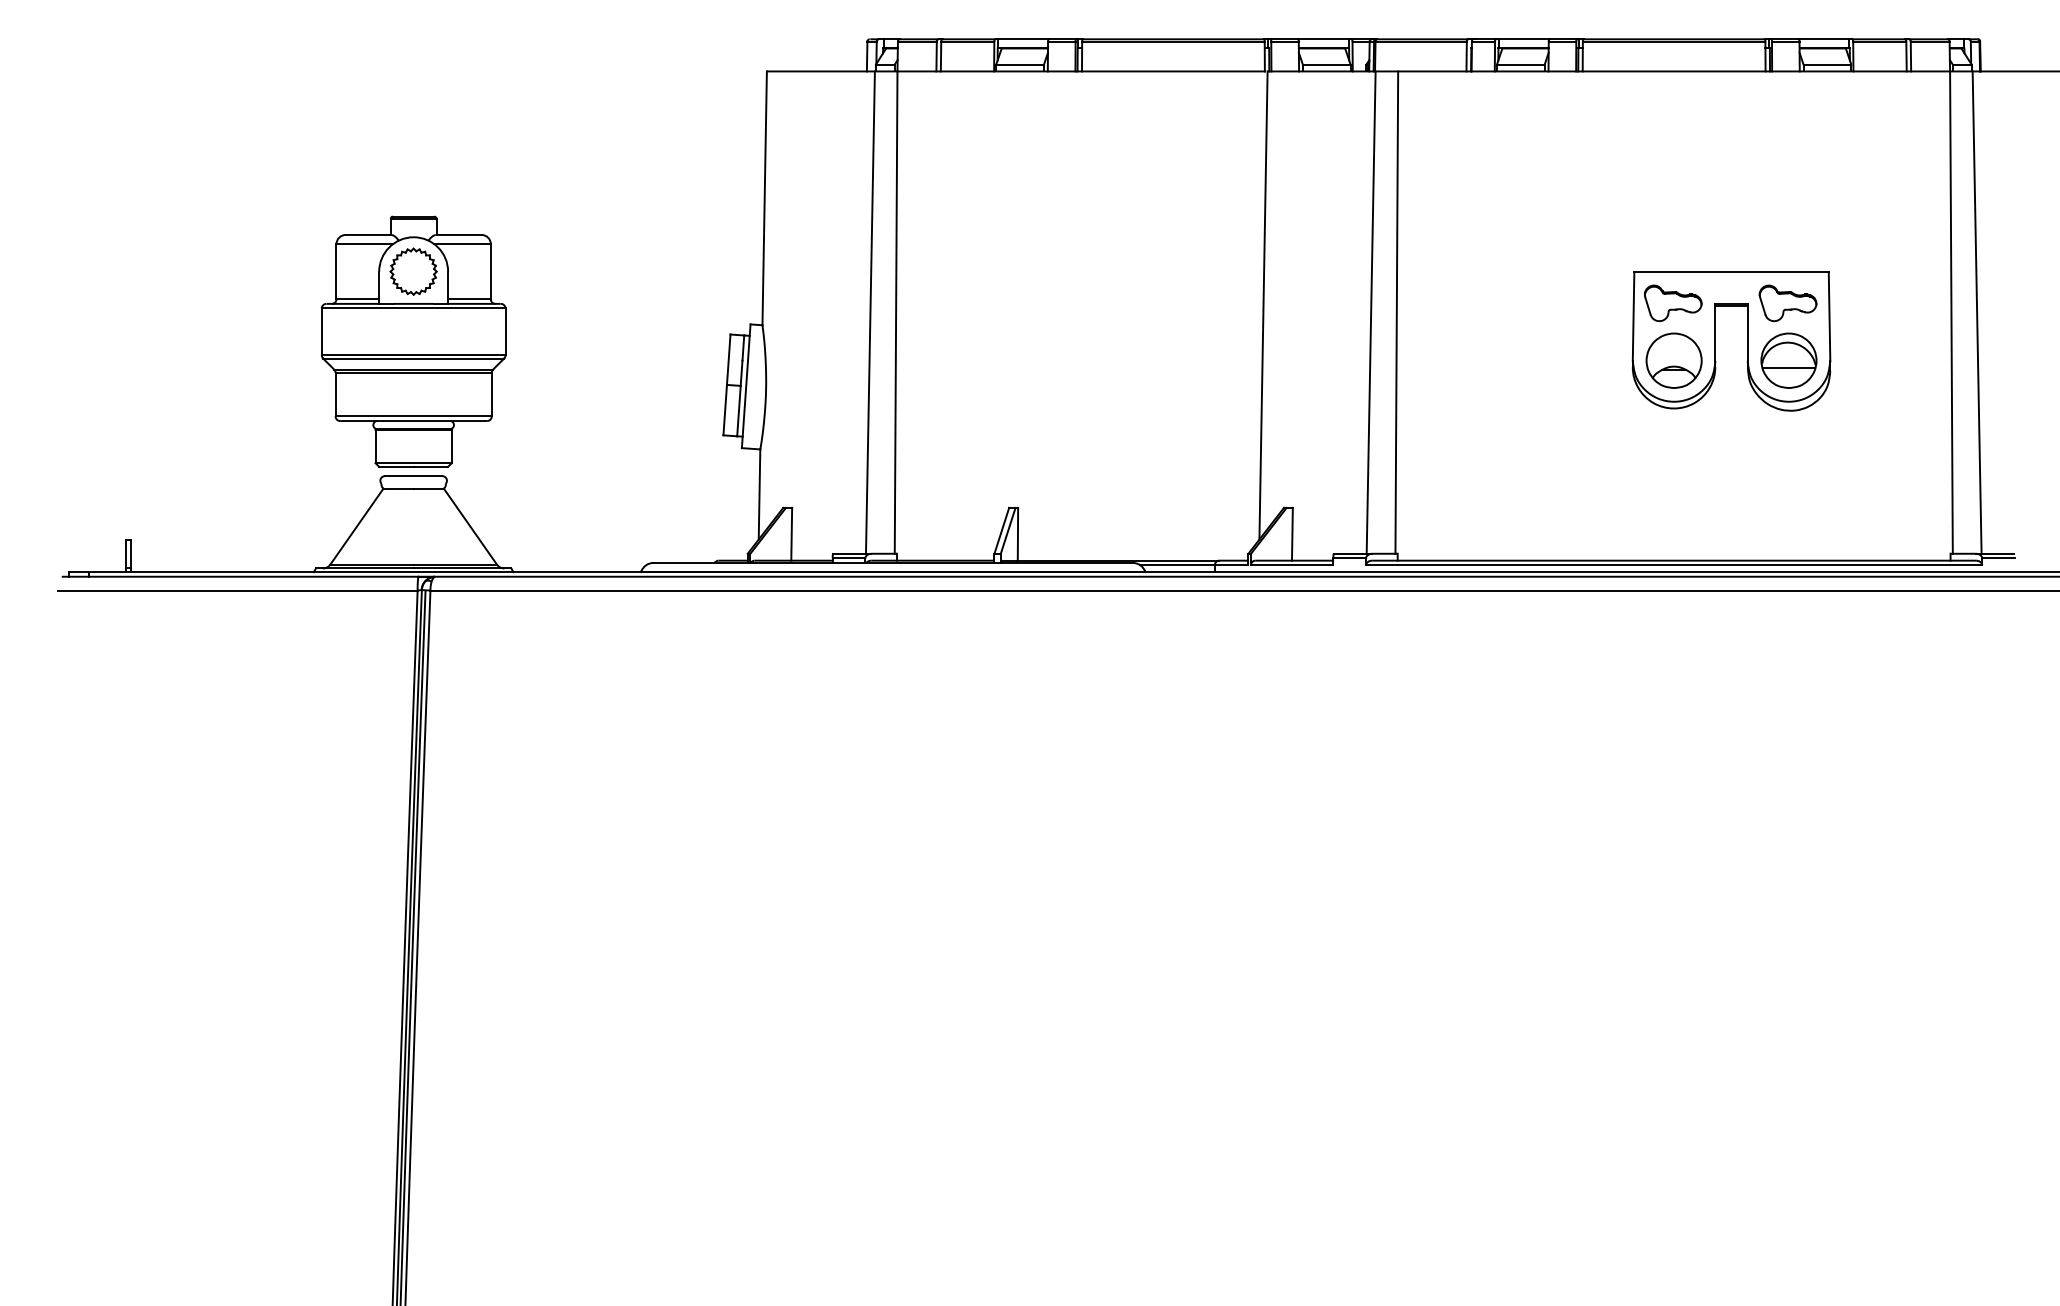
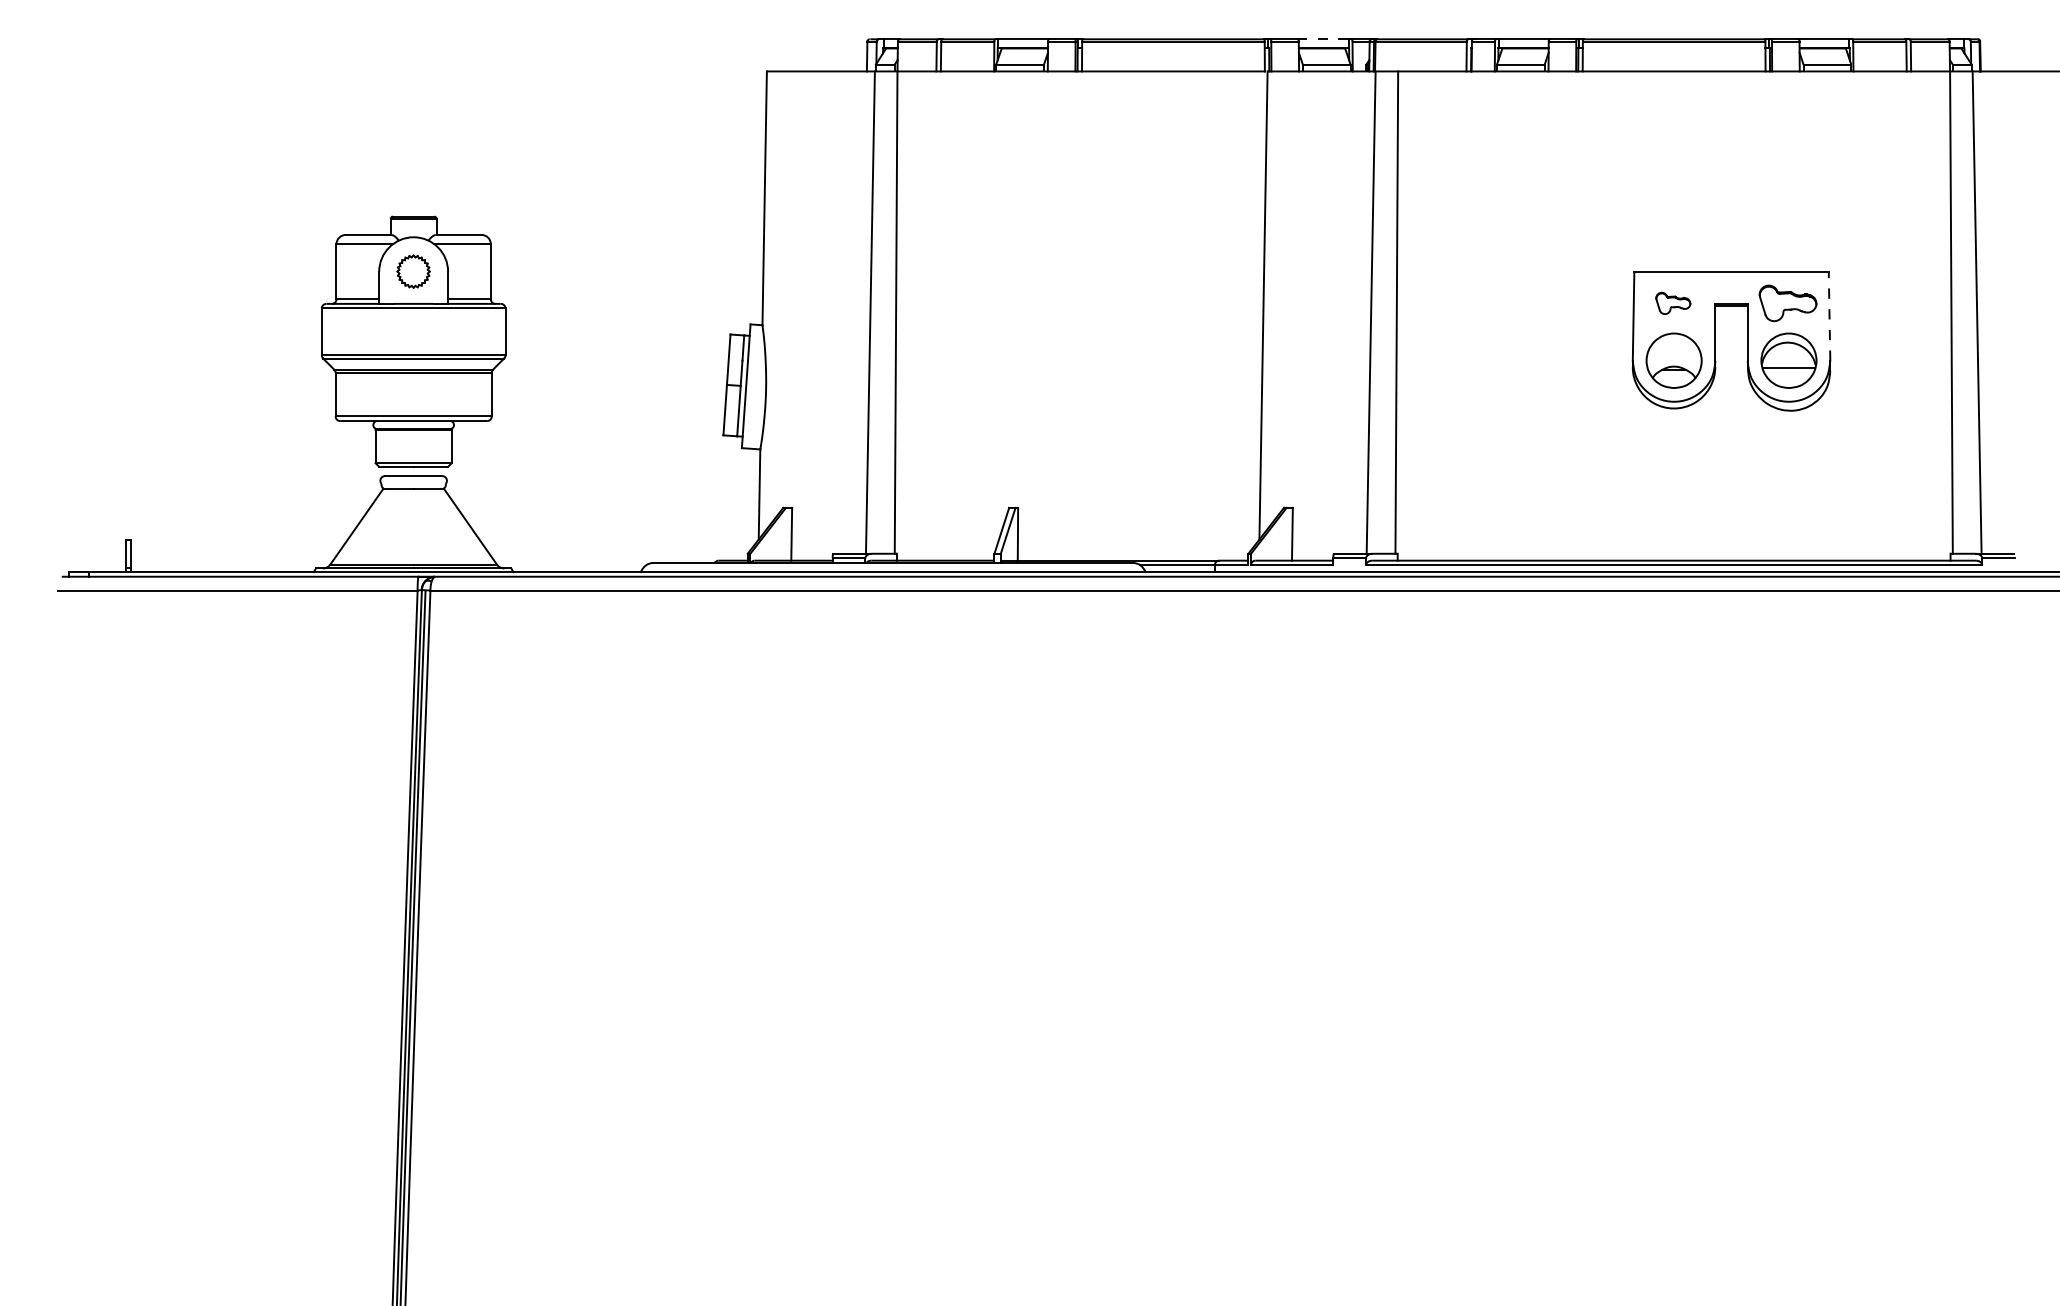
line at (1323, 39): solid -> dashed
part at (413, 271) size: 49x49 px -> 35x35 px
part at (1673, 303) size: 59x39 px -> 37x24 px
line at (1829, 316): solid -> dashed
